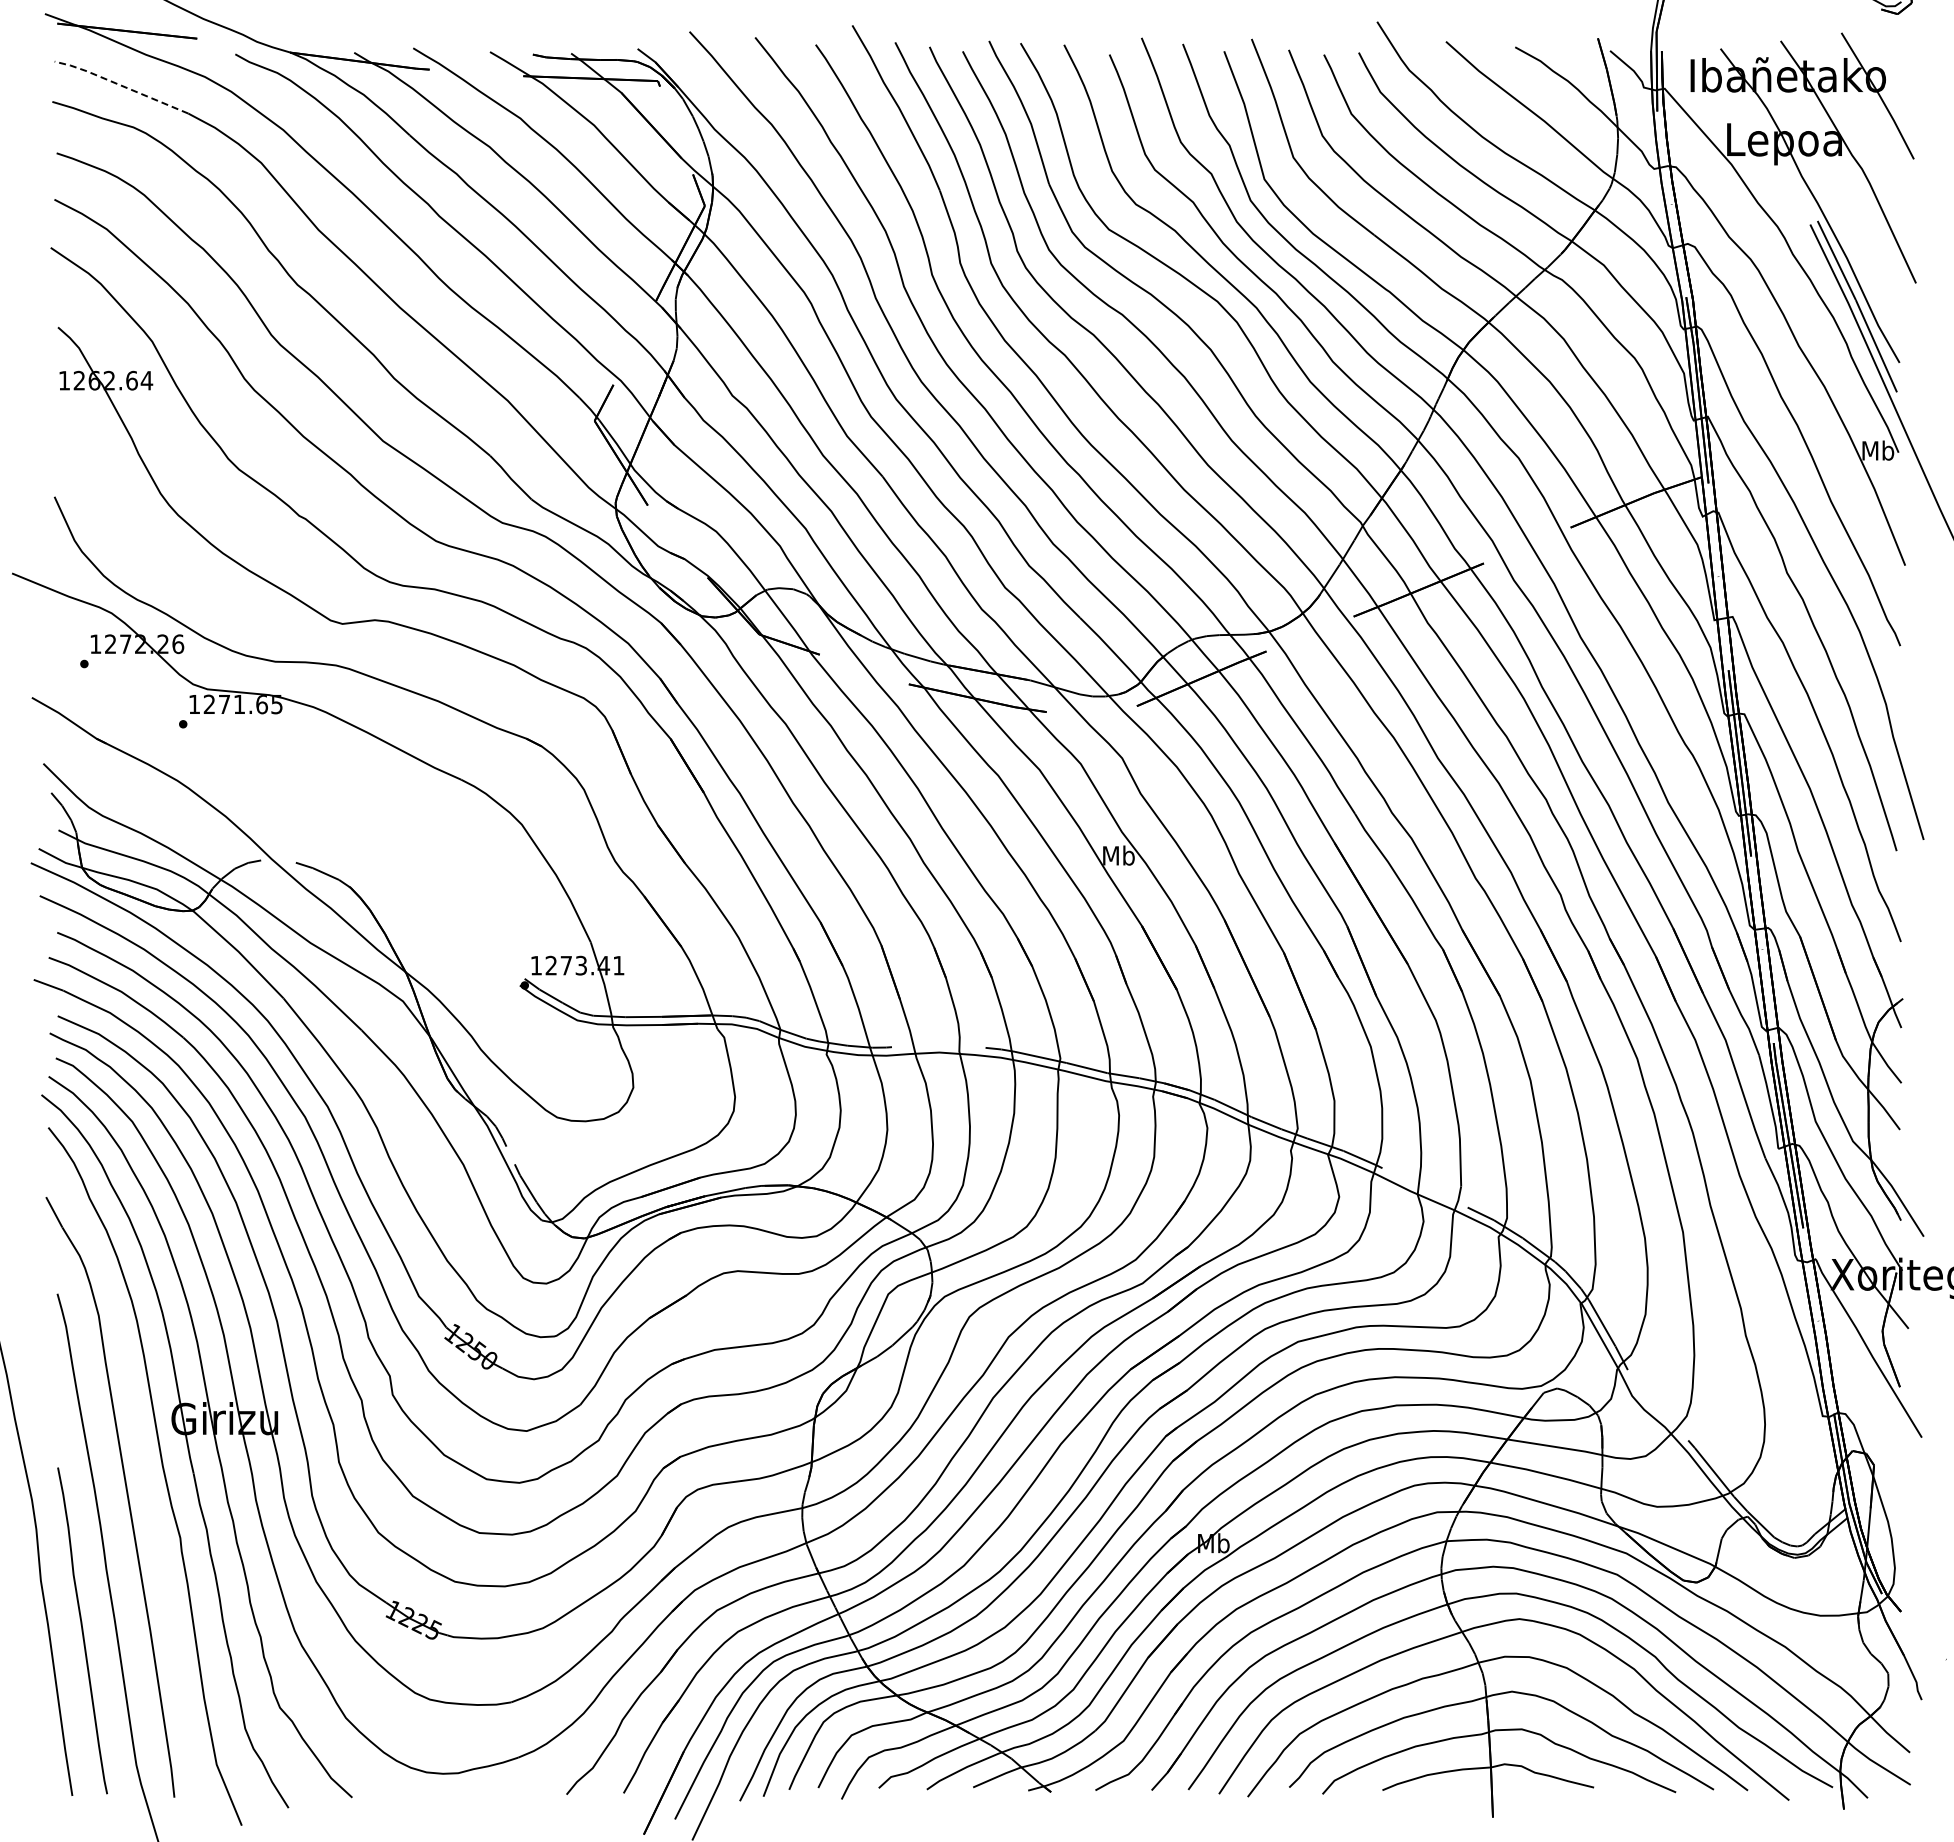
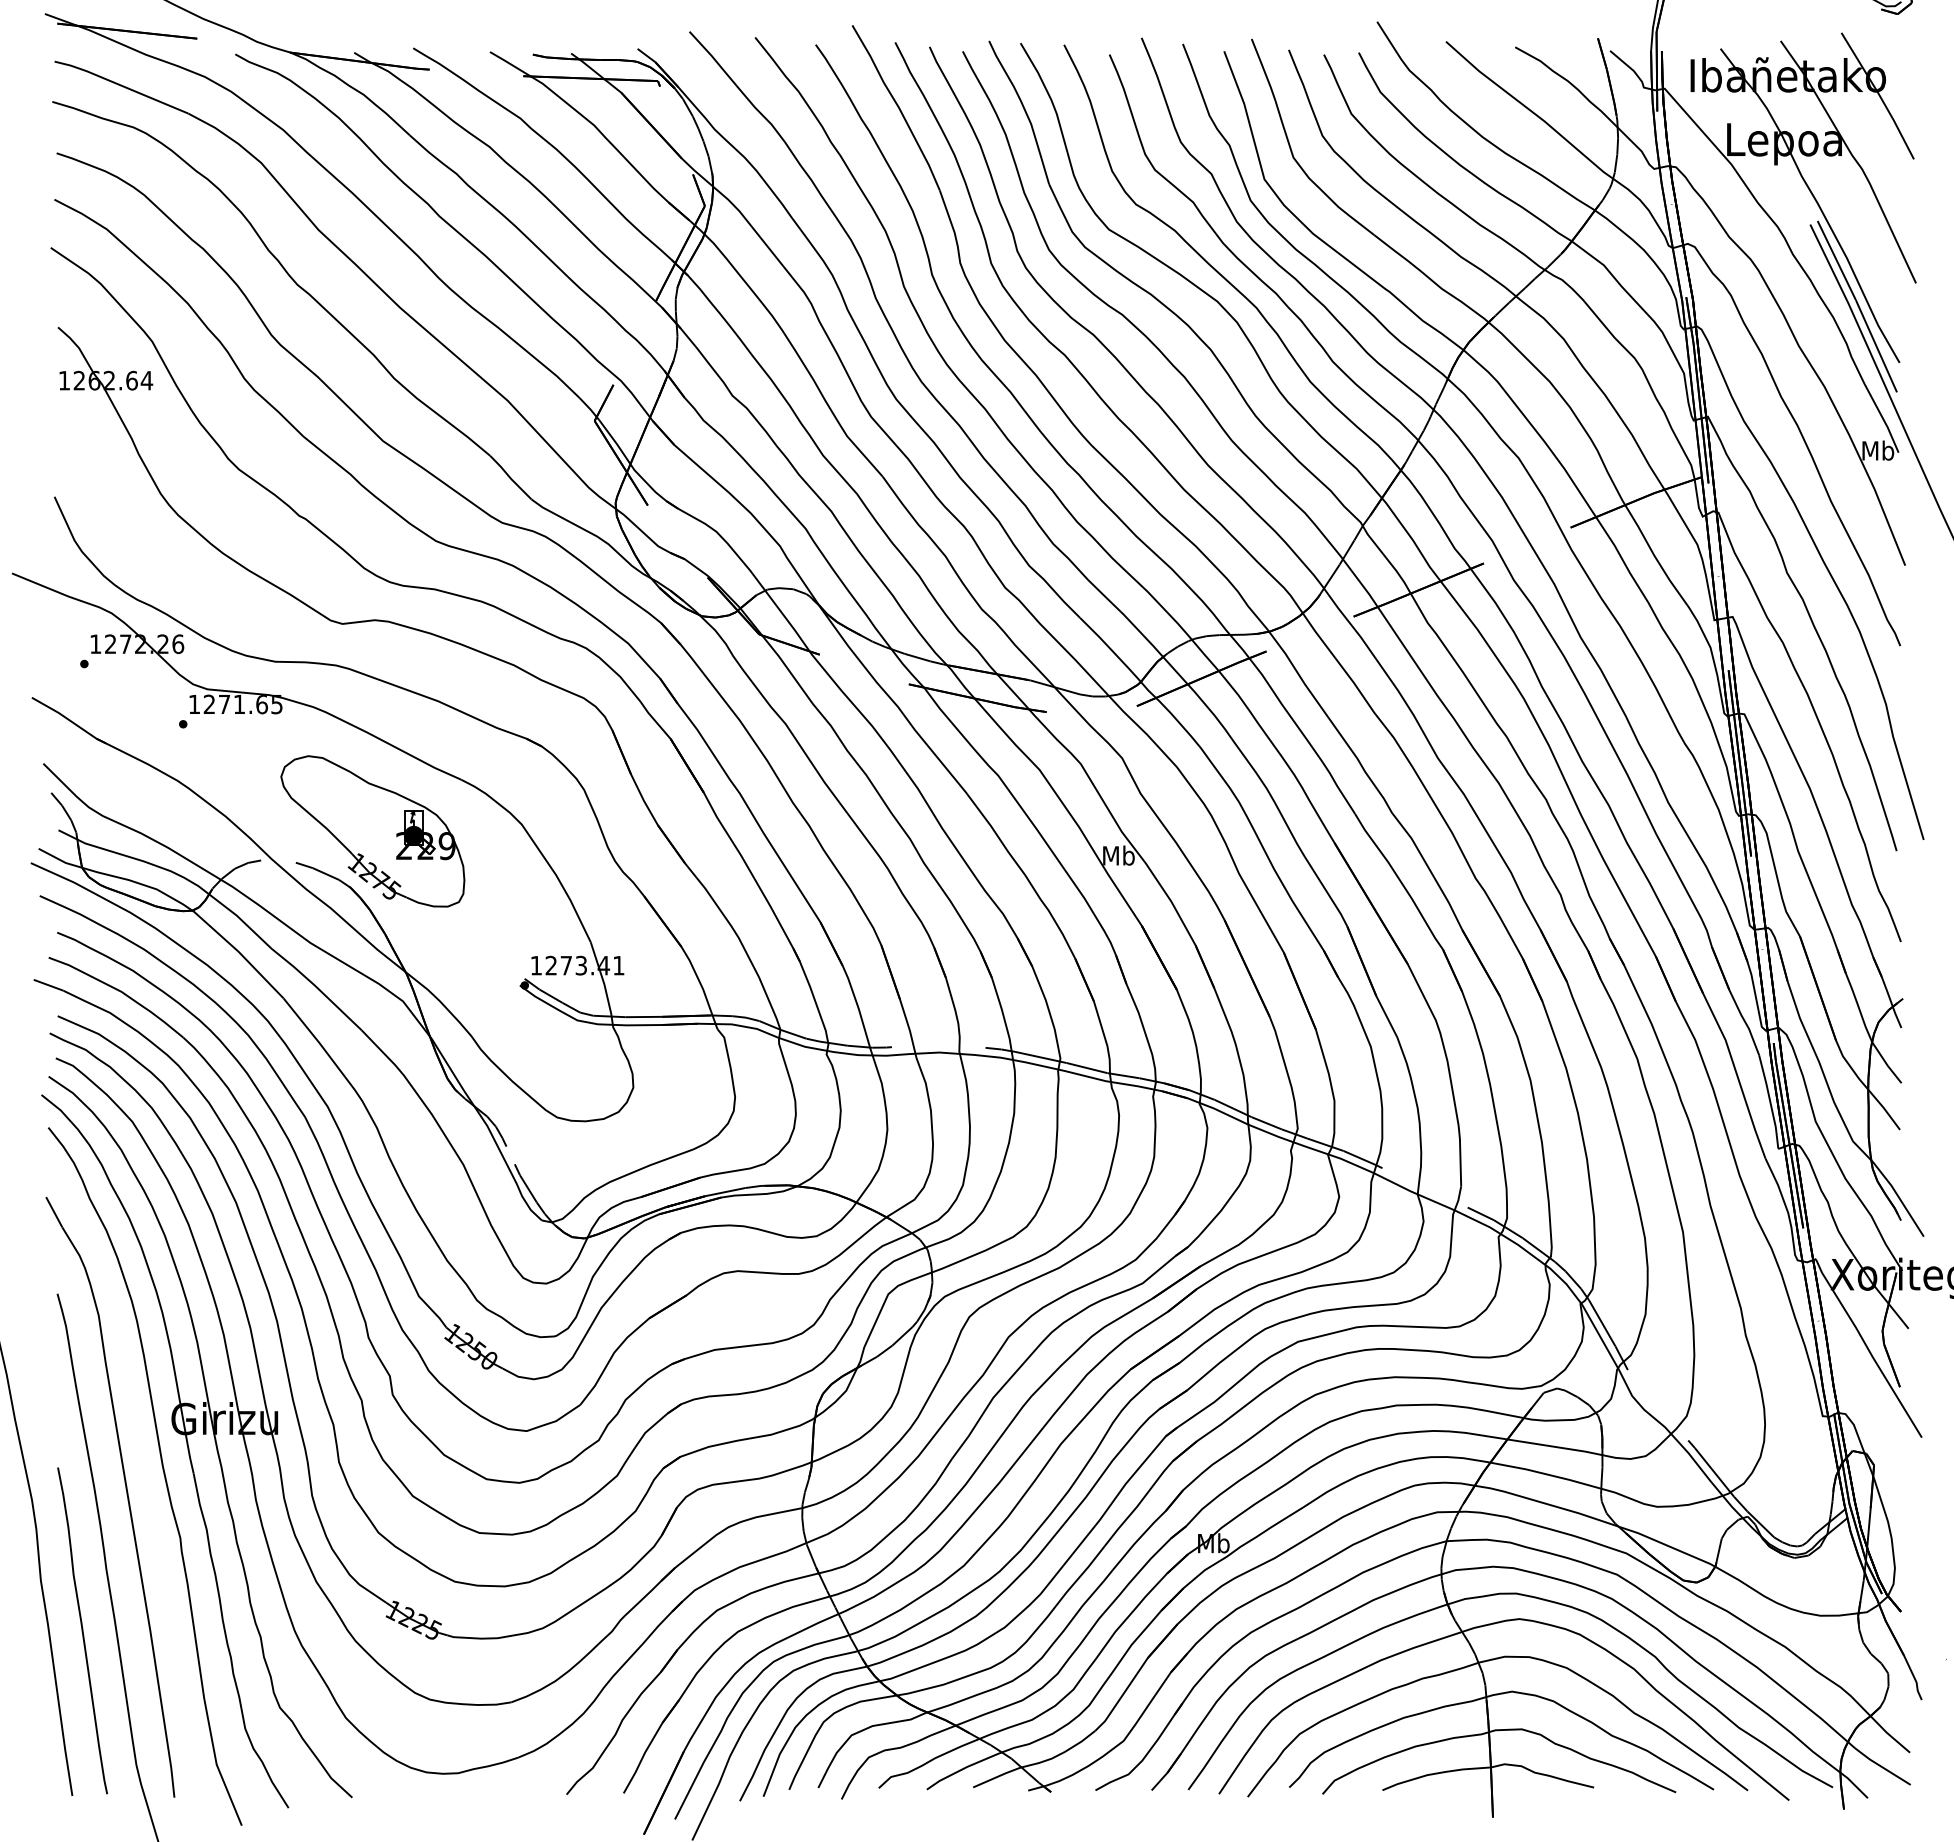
line at (120, 85): dashed -> solid
part at (372, 831): none -> present
